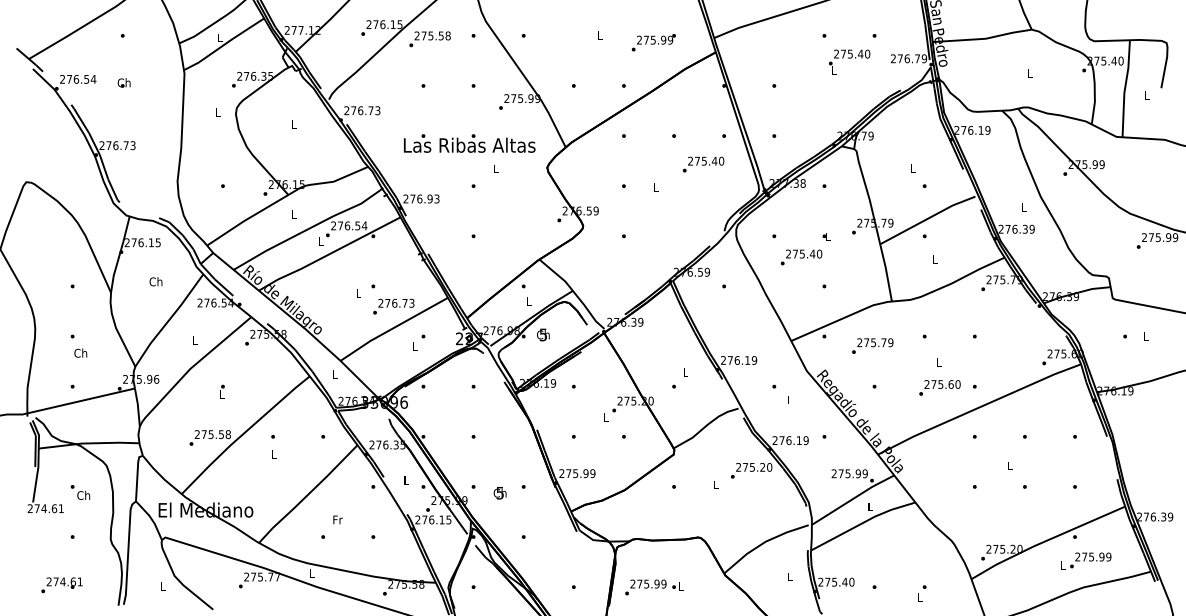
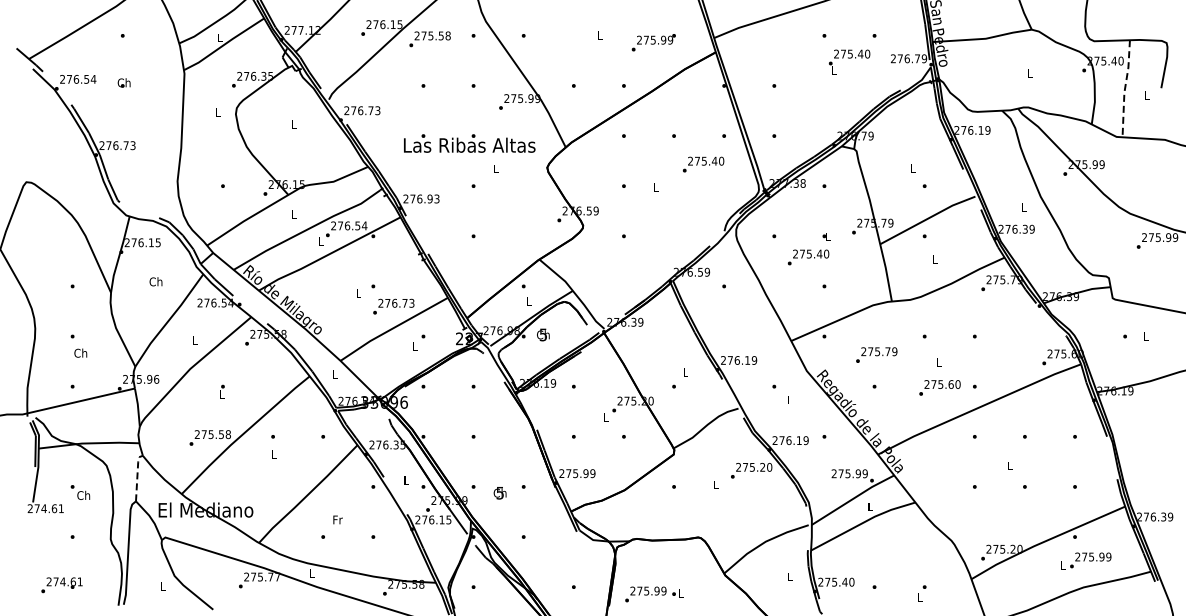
line at (1125, 89): solid -> dashed
text at (801, 257) position: (801, 257) -> (808, 257)
text at (872, 345) position: (872, 345) -> (876, 354)
line at (137, 475): solid -> dashed
text at (654, 587) position: (654, 587) -> (654, 594)
